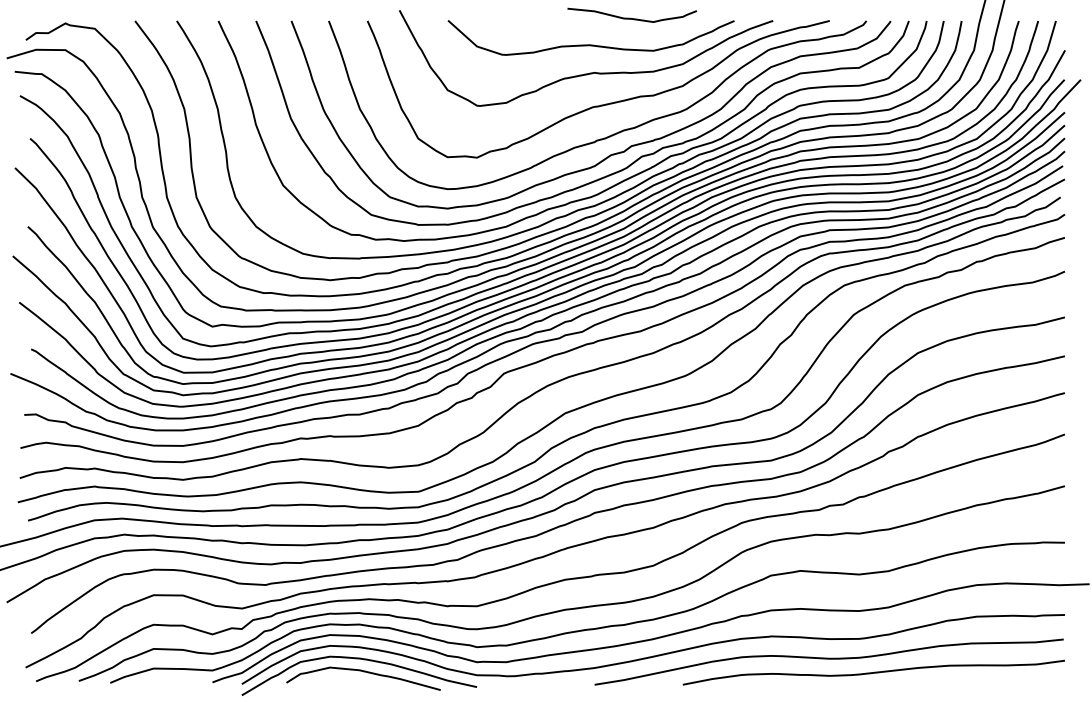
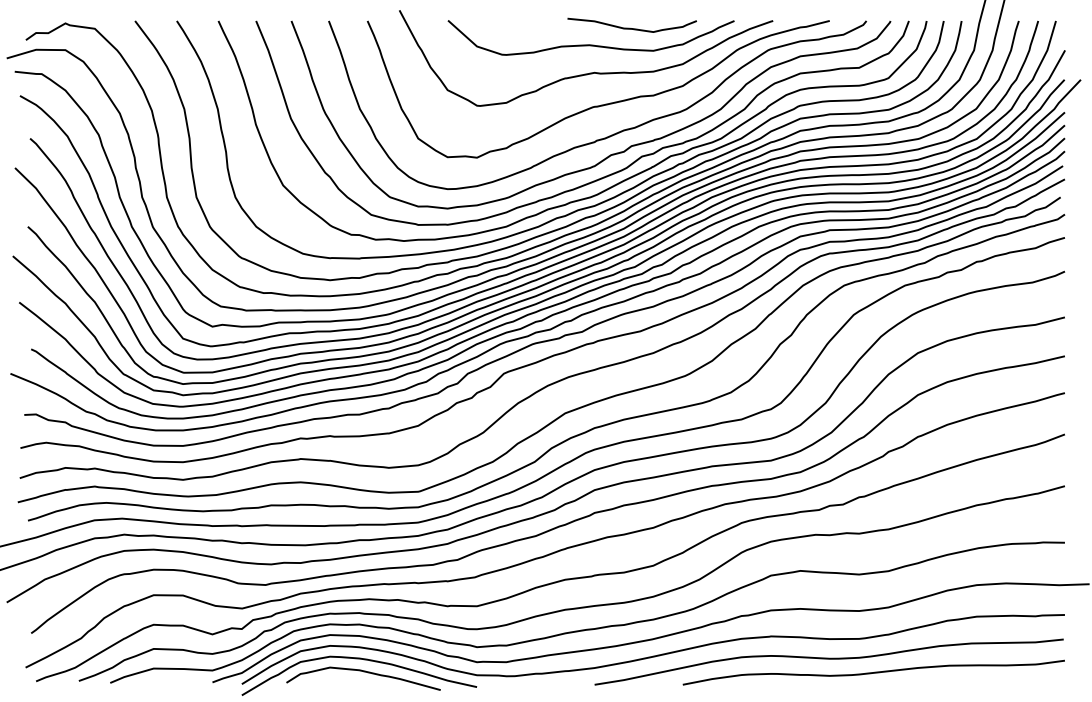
curve at (629, 17) position: (629, 17) -> (629, 27)
